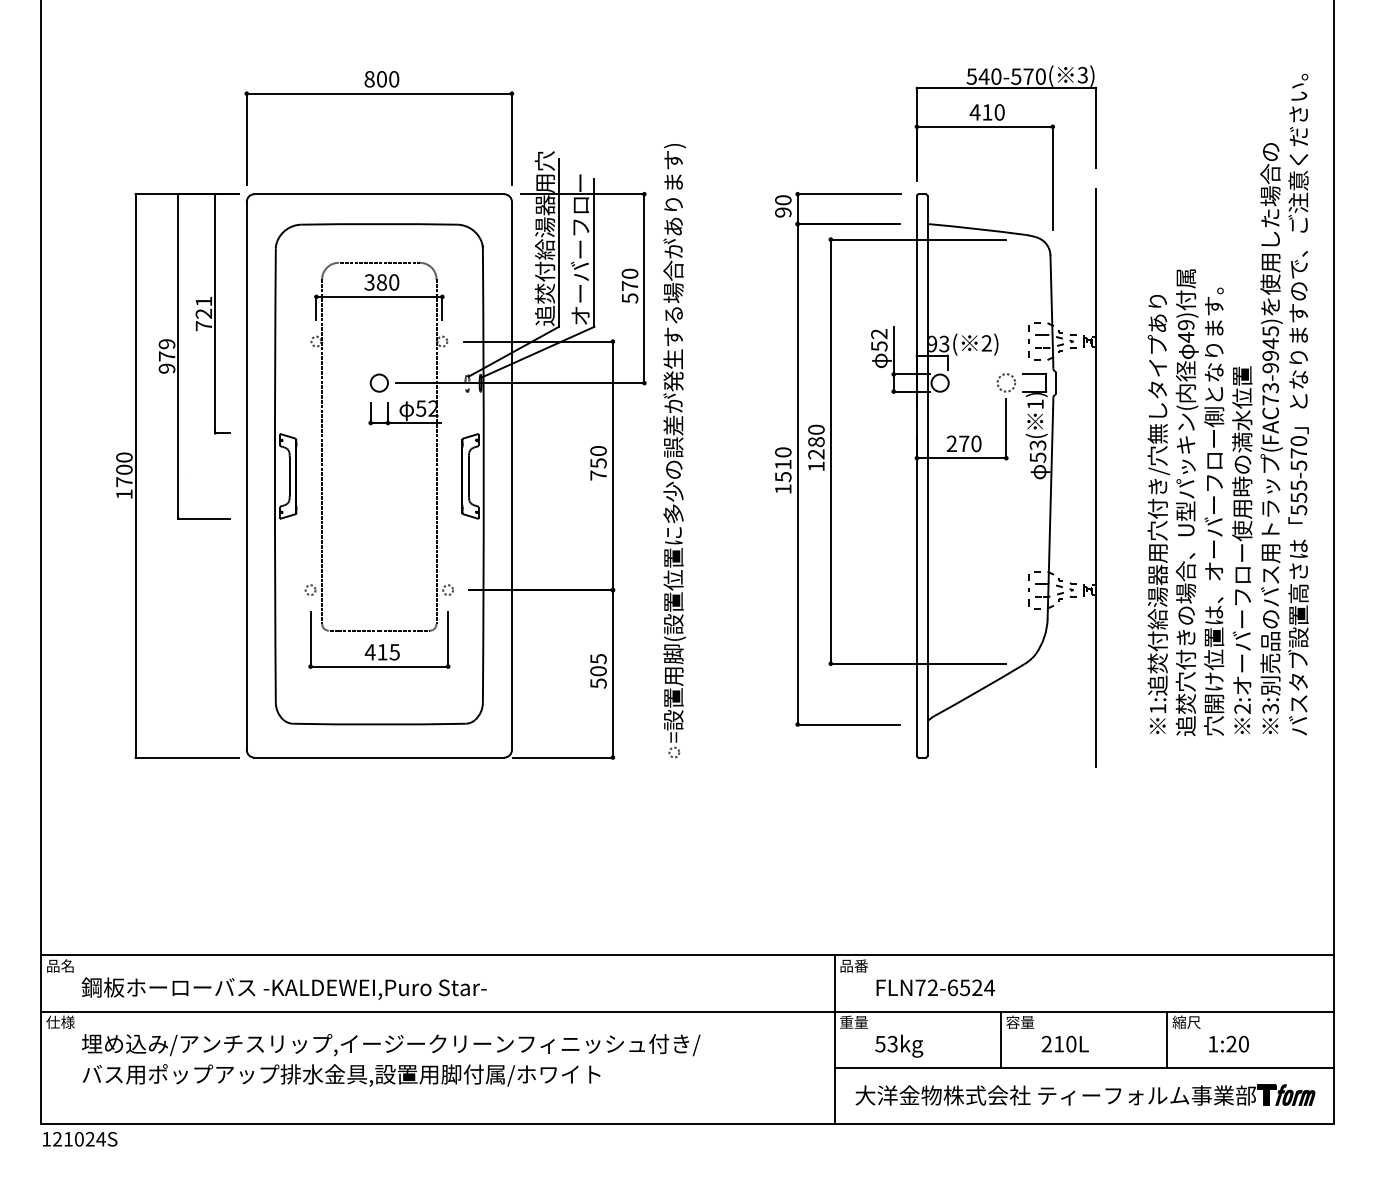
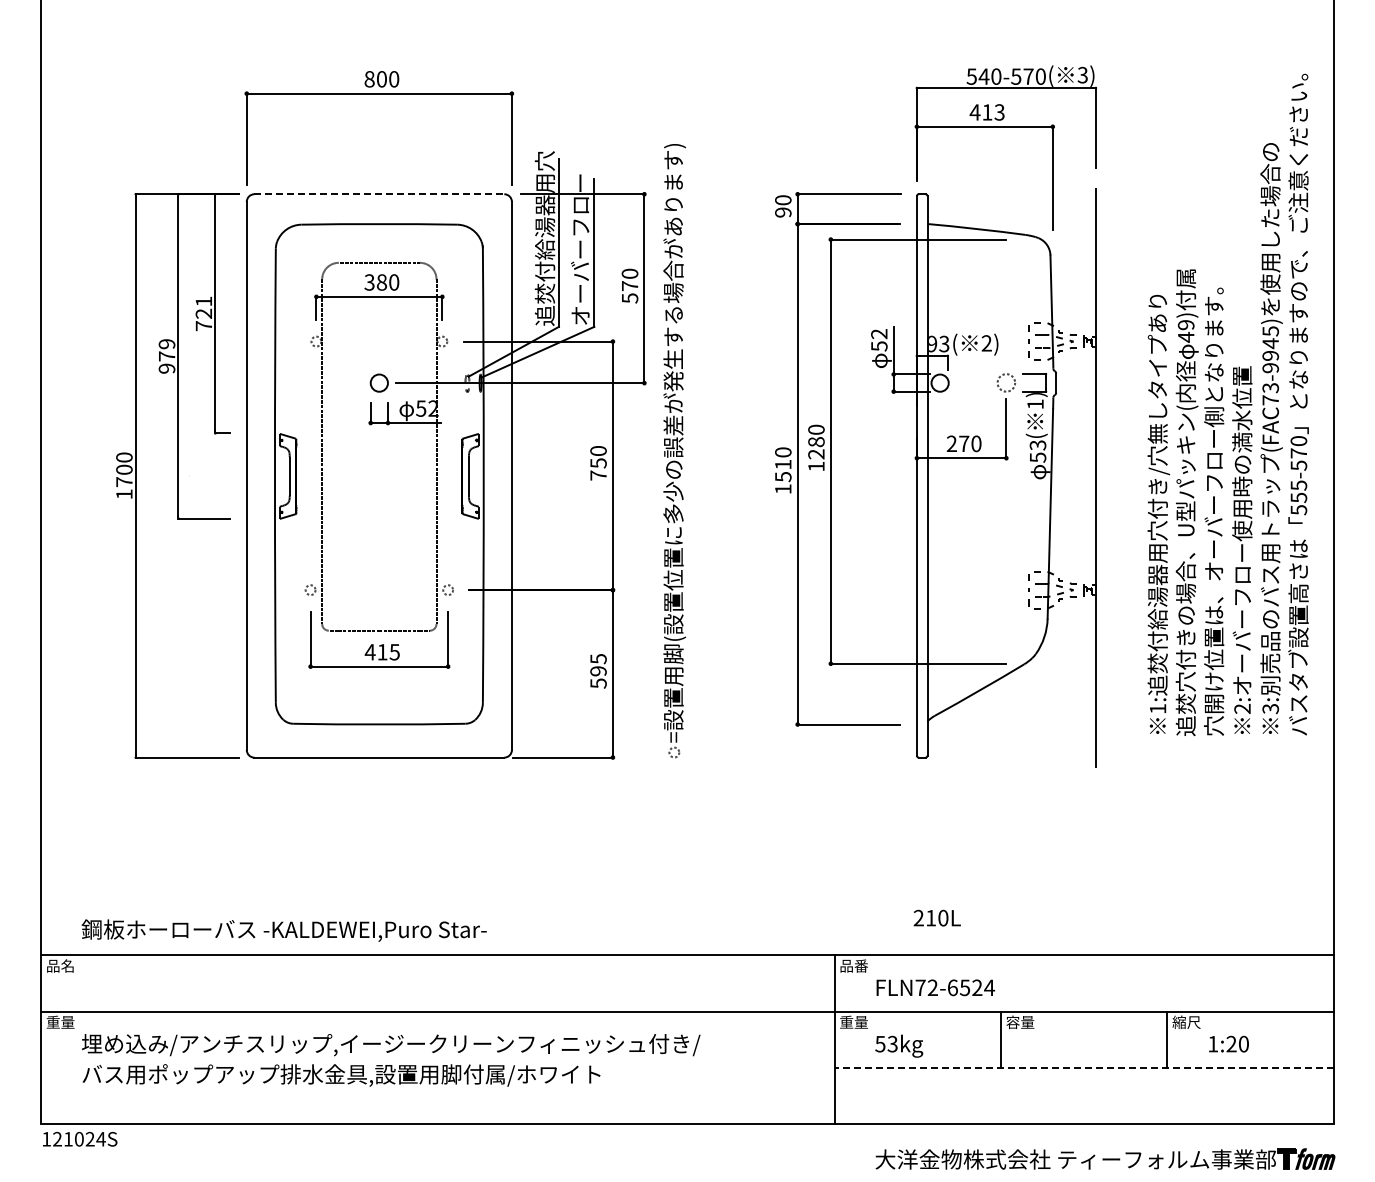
text at (999, 112): 410 -> 413
line at (379, 194): solid -> dashed
text at (598, 671): 505 -> 595
text at (283, 988) position: (283, 988) -> (283, 930)
text at (60, 1022): 仕様 -> 重量
text at (1064, 1043) position: (1064, 1043) -> (936, 917)
line at (1084, 1067): solid -> dashed
part at (1085, 1094) position: (1085, 1094) -> (1105, 1158)
